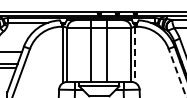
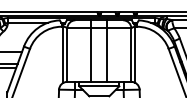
line at (135, 55): dashed -> solid
line at (177, 72): dashed -> solid
